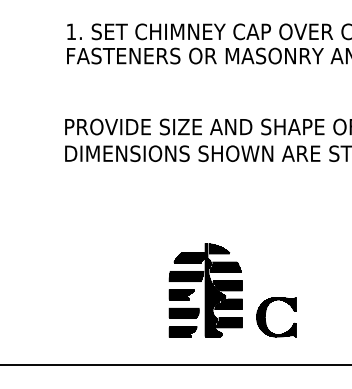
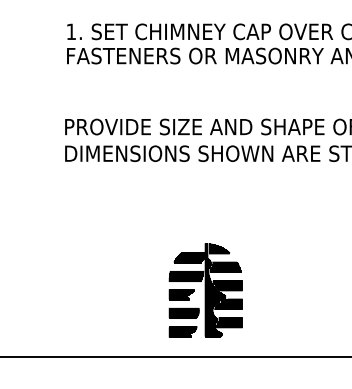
part at (265, 317): present -> none
line at (175, 365) position: (175, 365) -> (175, 357)
